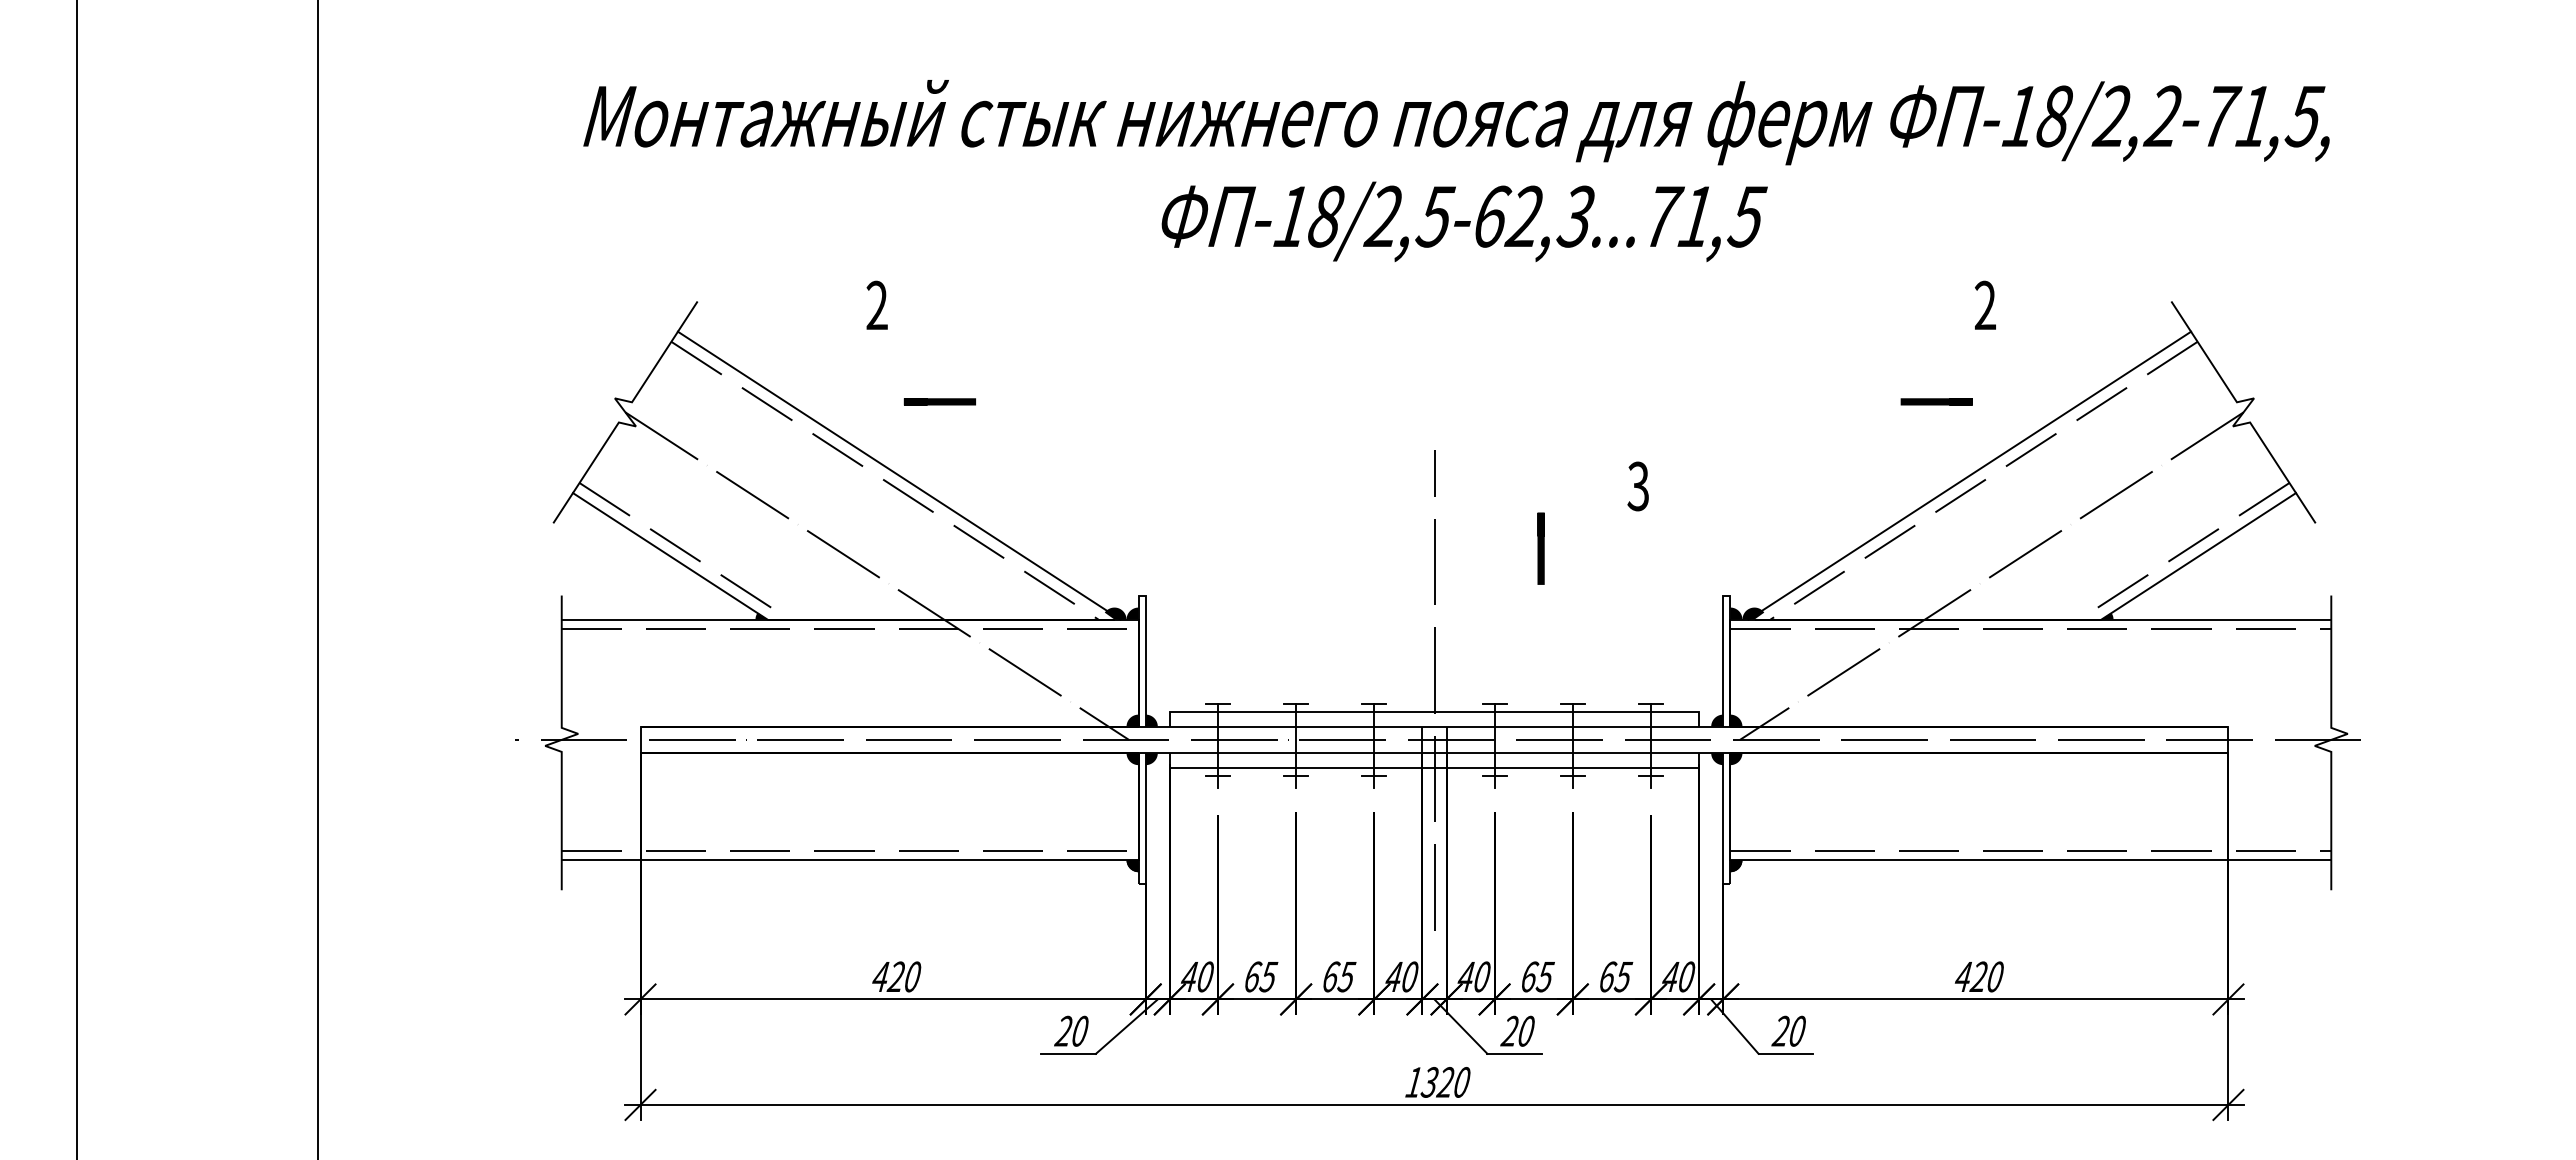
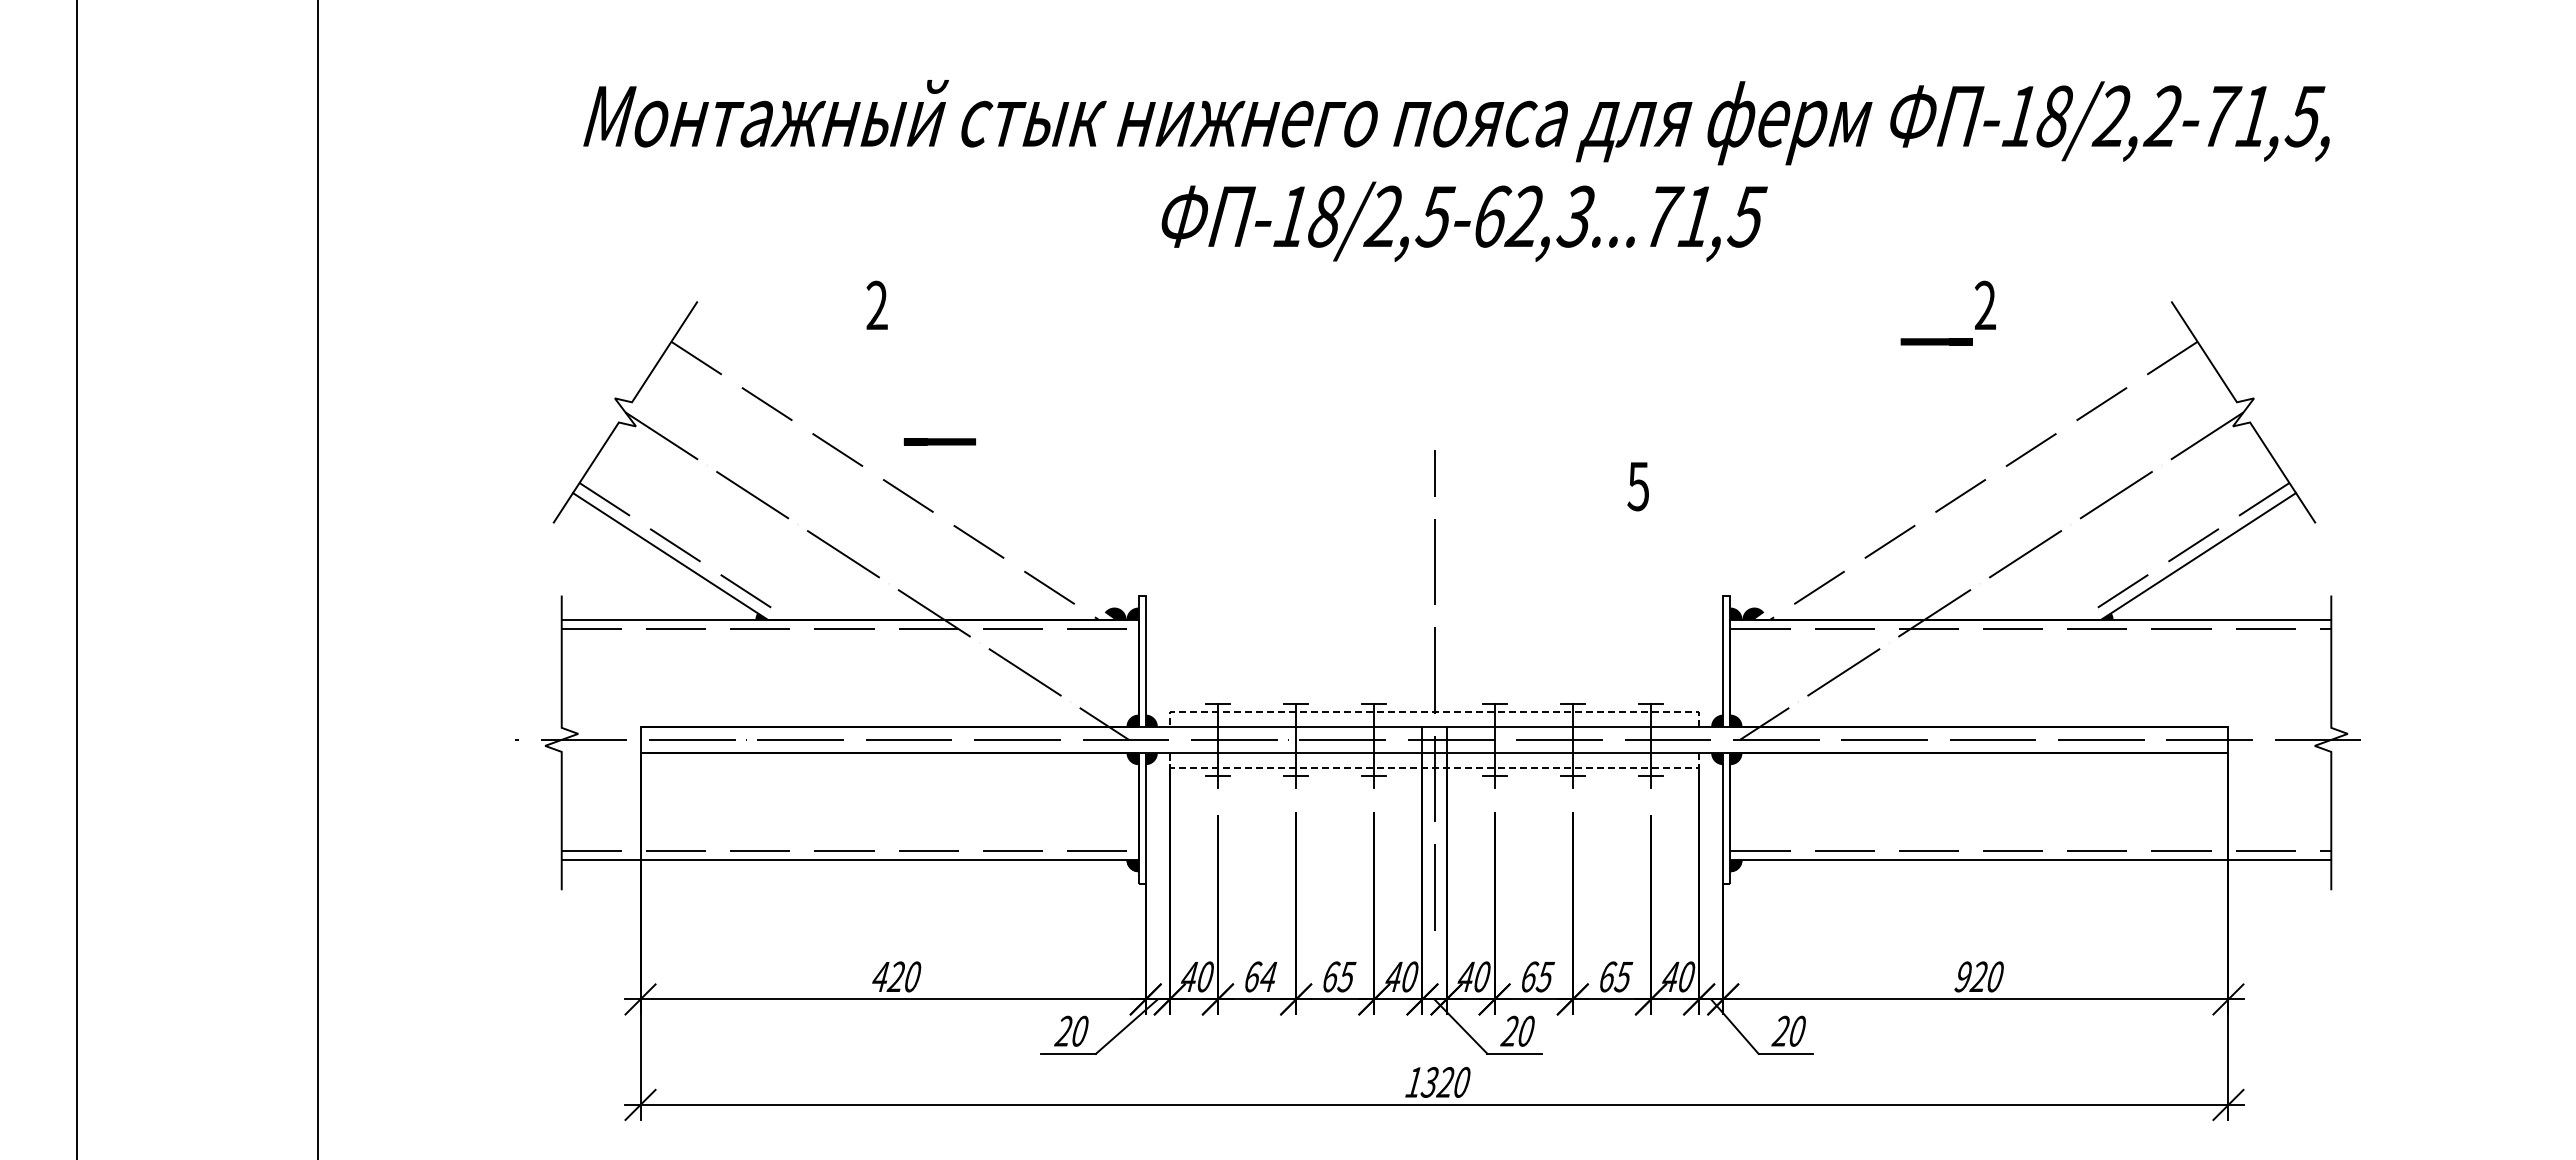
line at (939, 401) position: (939, 401) -> (939, 441)
line at (1936, 401) position: (1936, 401) -> (1936, 341)
line at (898, 475): present -> none
line at (1969, 475): present -> none
text at (1637, 485): 3 -> 5
line at (1540, 548): present -> none
line at (1434, 712): solid -> dashed
line at (1434, 767): solid -> dashed
text at (1962, 976): 420 -> 920
text at (1268, 977): 65 -> 64
